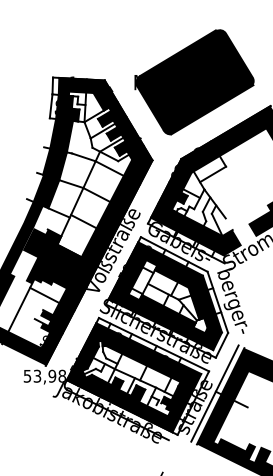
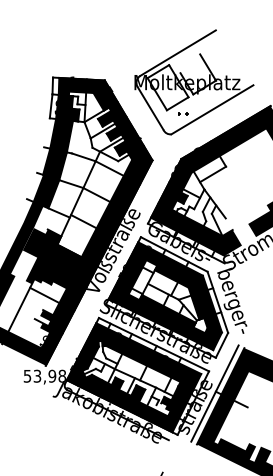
fill at (195, 81): present -> none
